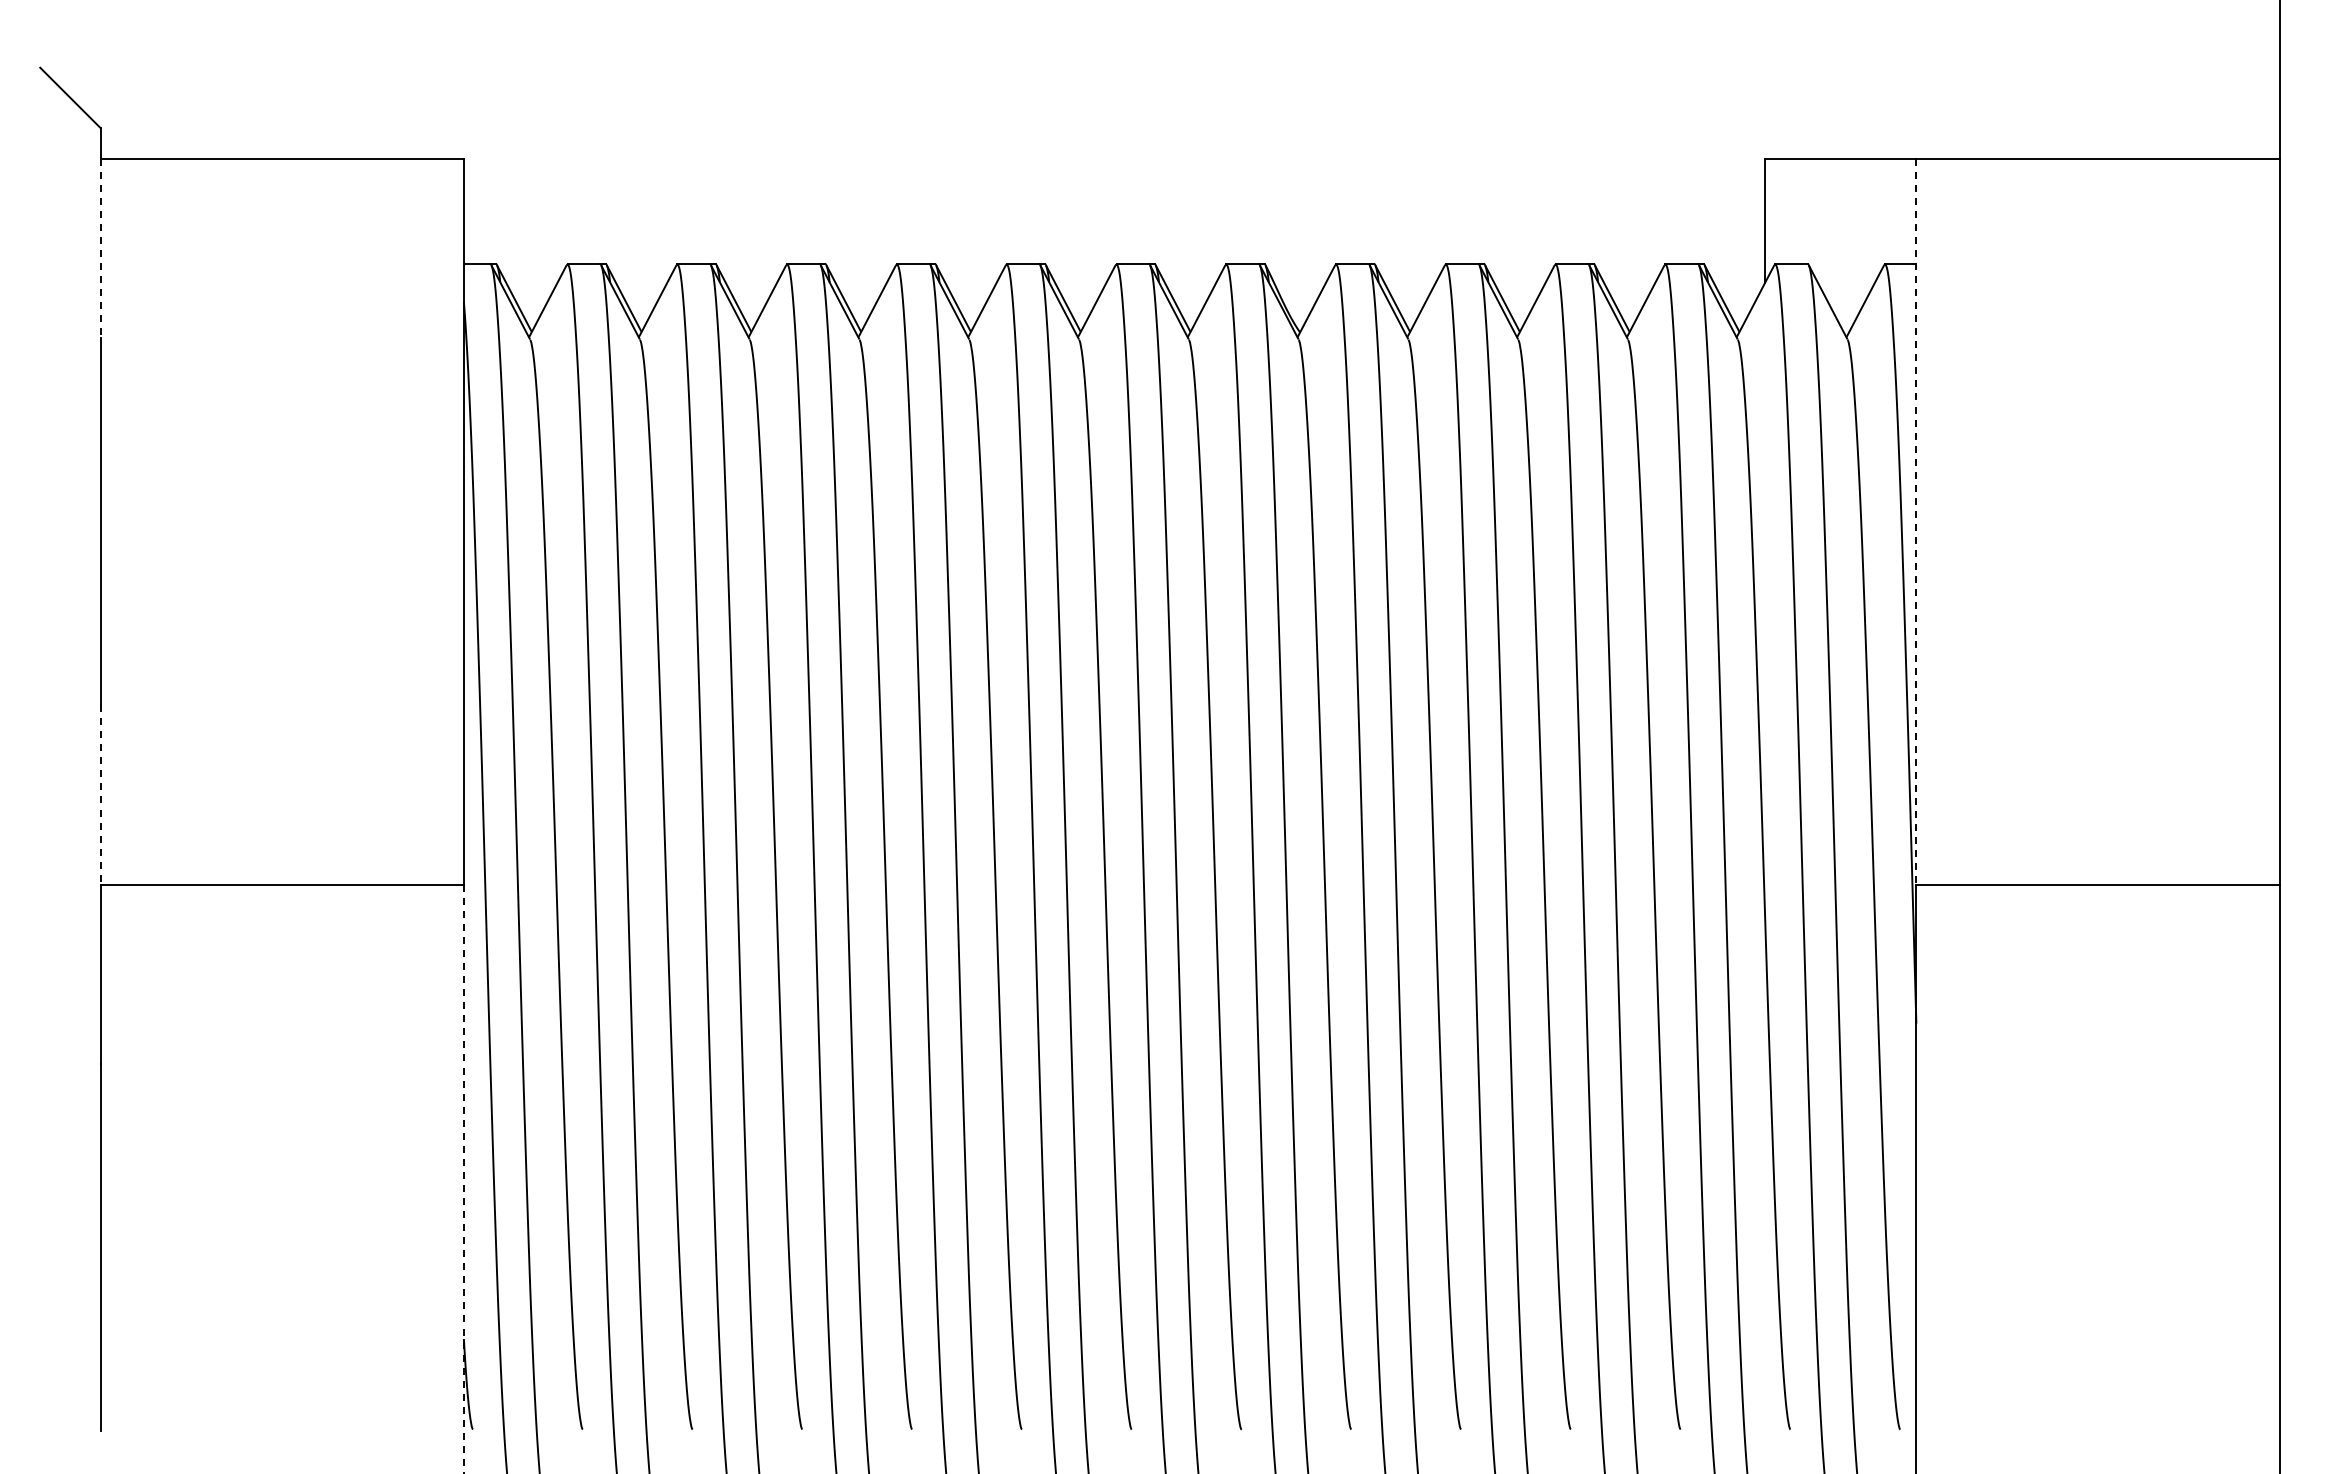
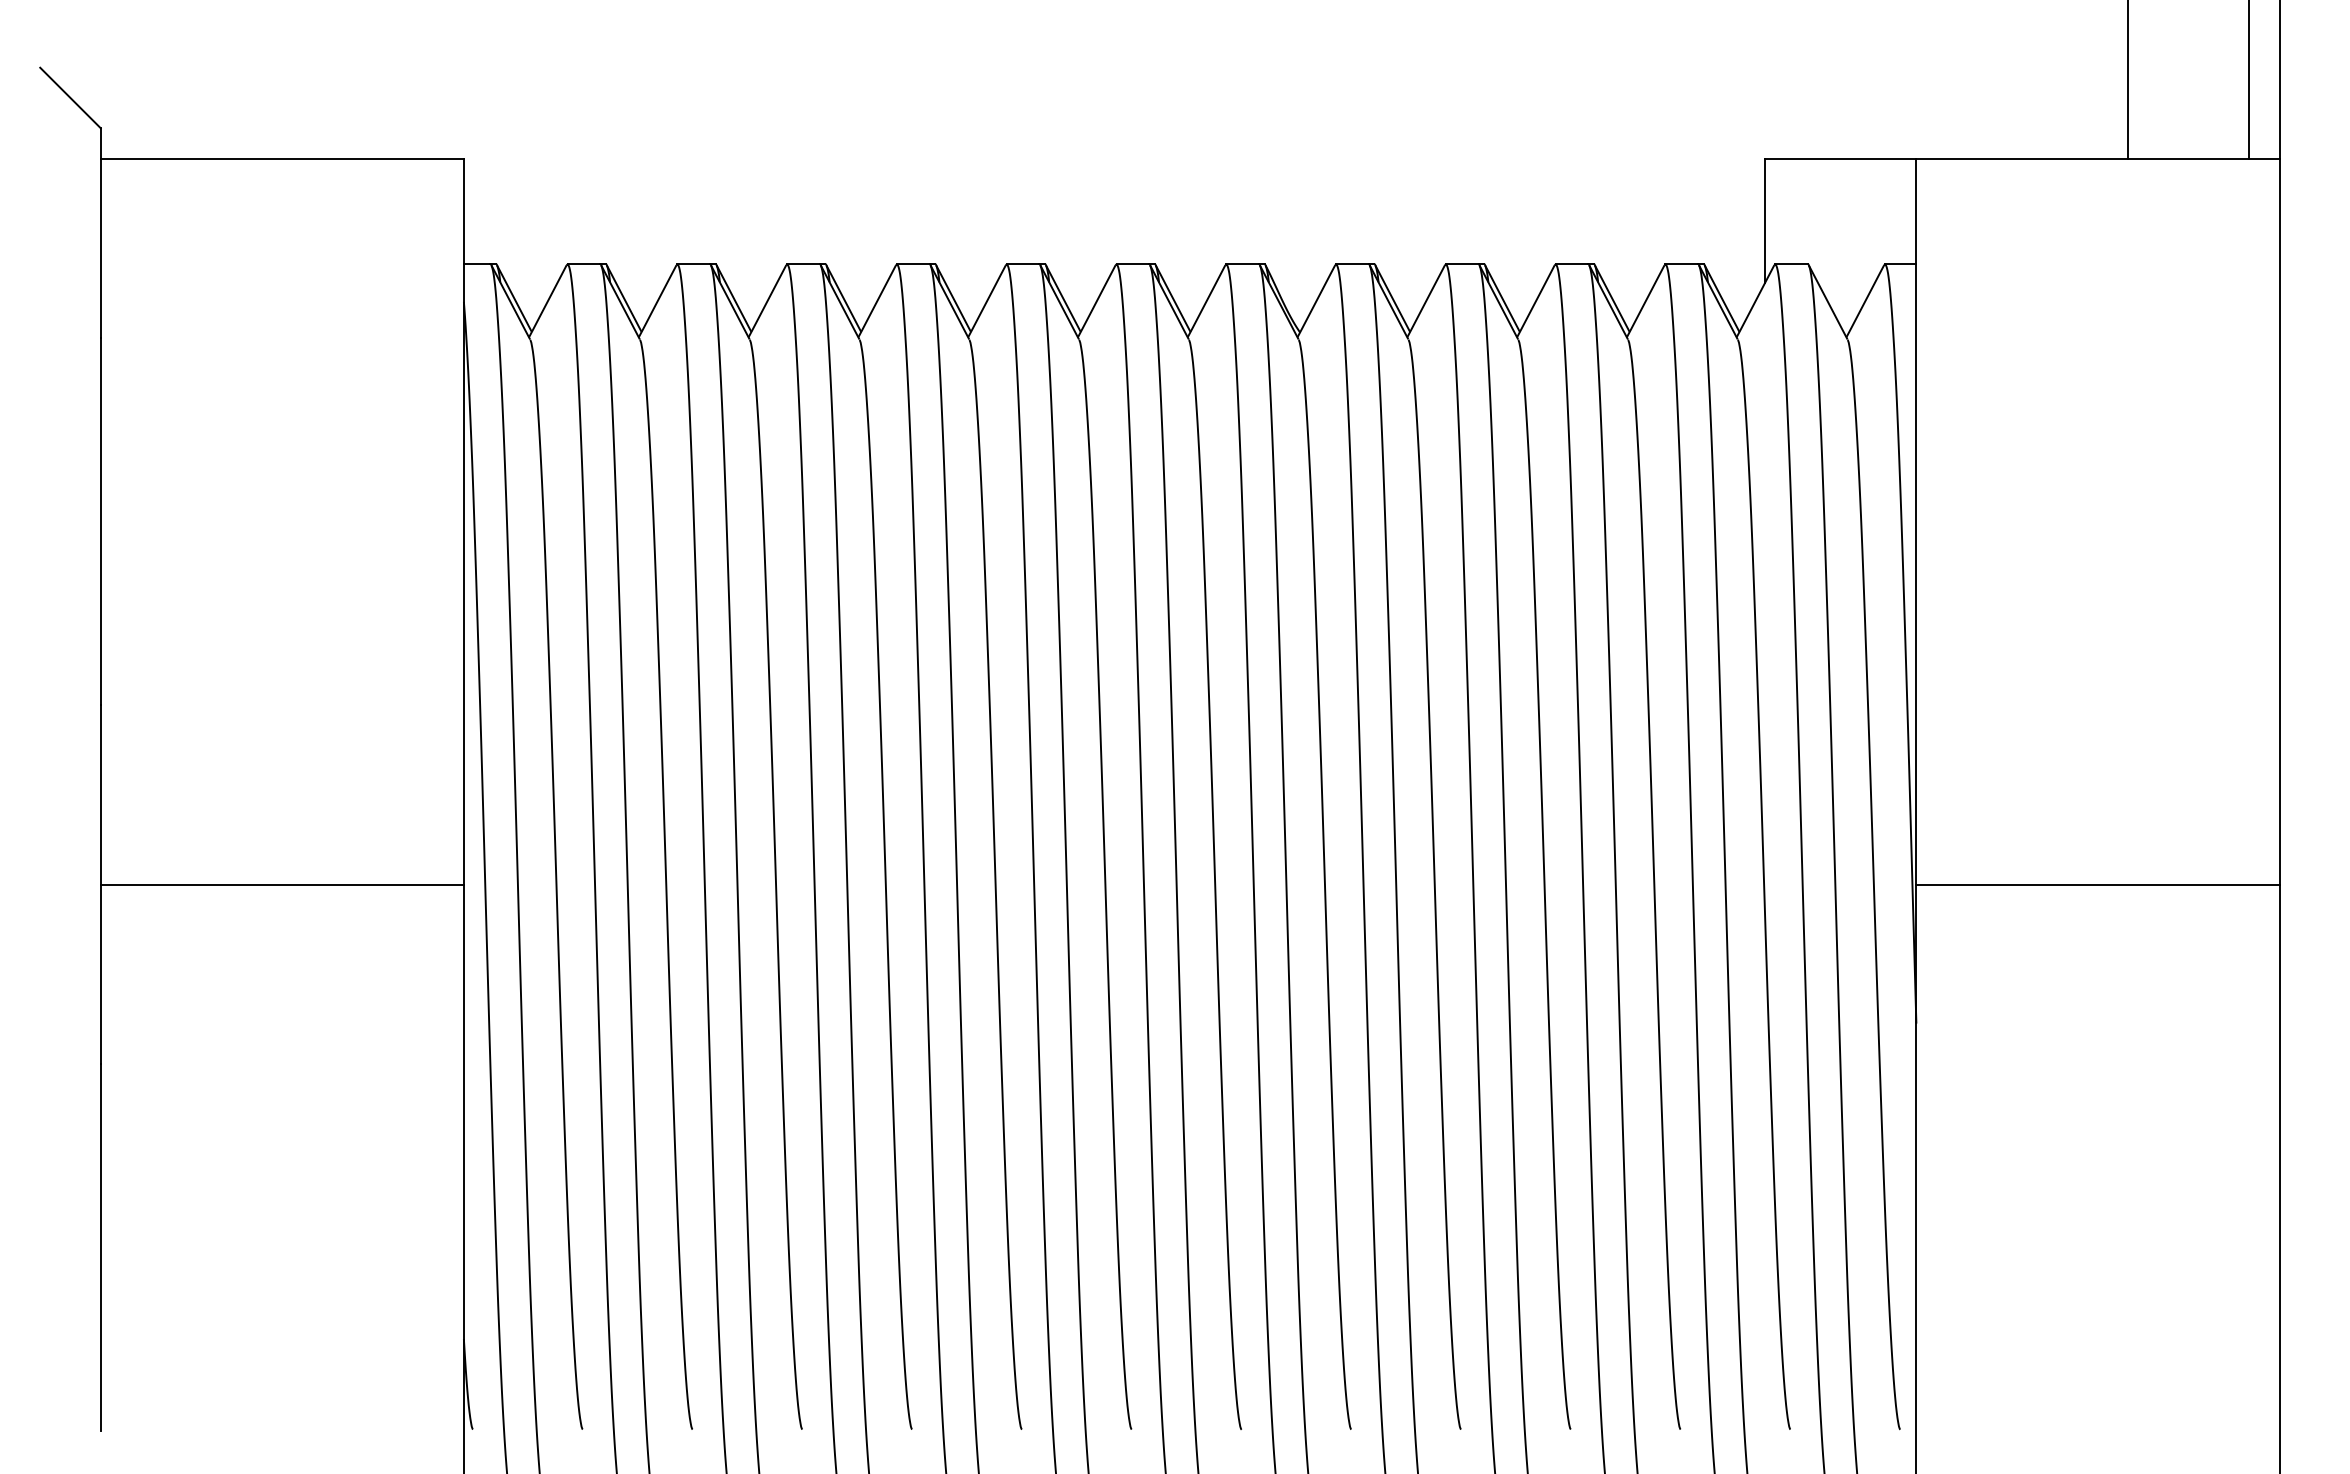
line at (2128, 80): none -> present
line at (2249, 80): none -> present
line at (100, 248): dashed -> solid
line at (1916, 522): dashed -> solid
line at (100, 794): dashed -> solid
line at (463, 1179): dashed -> solid
